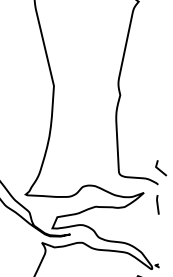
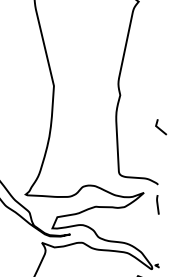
line at (160, 169) position: (160, 169) -> (160, 128)
